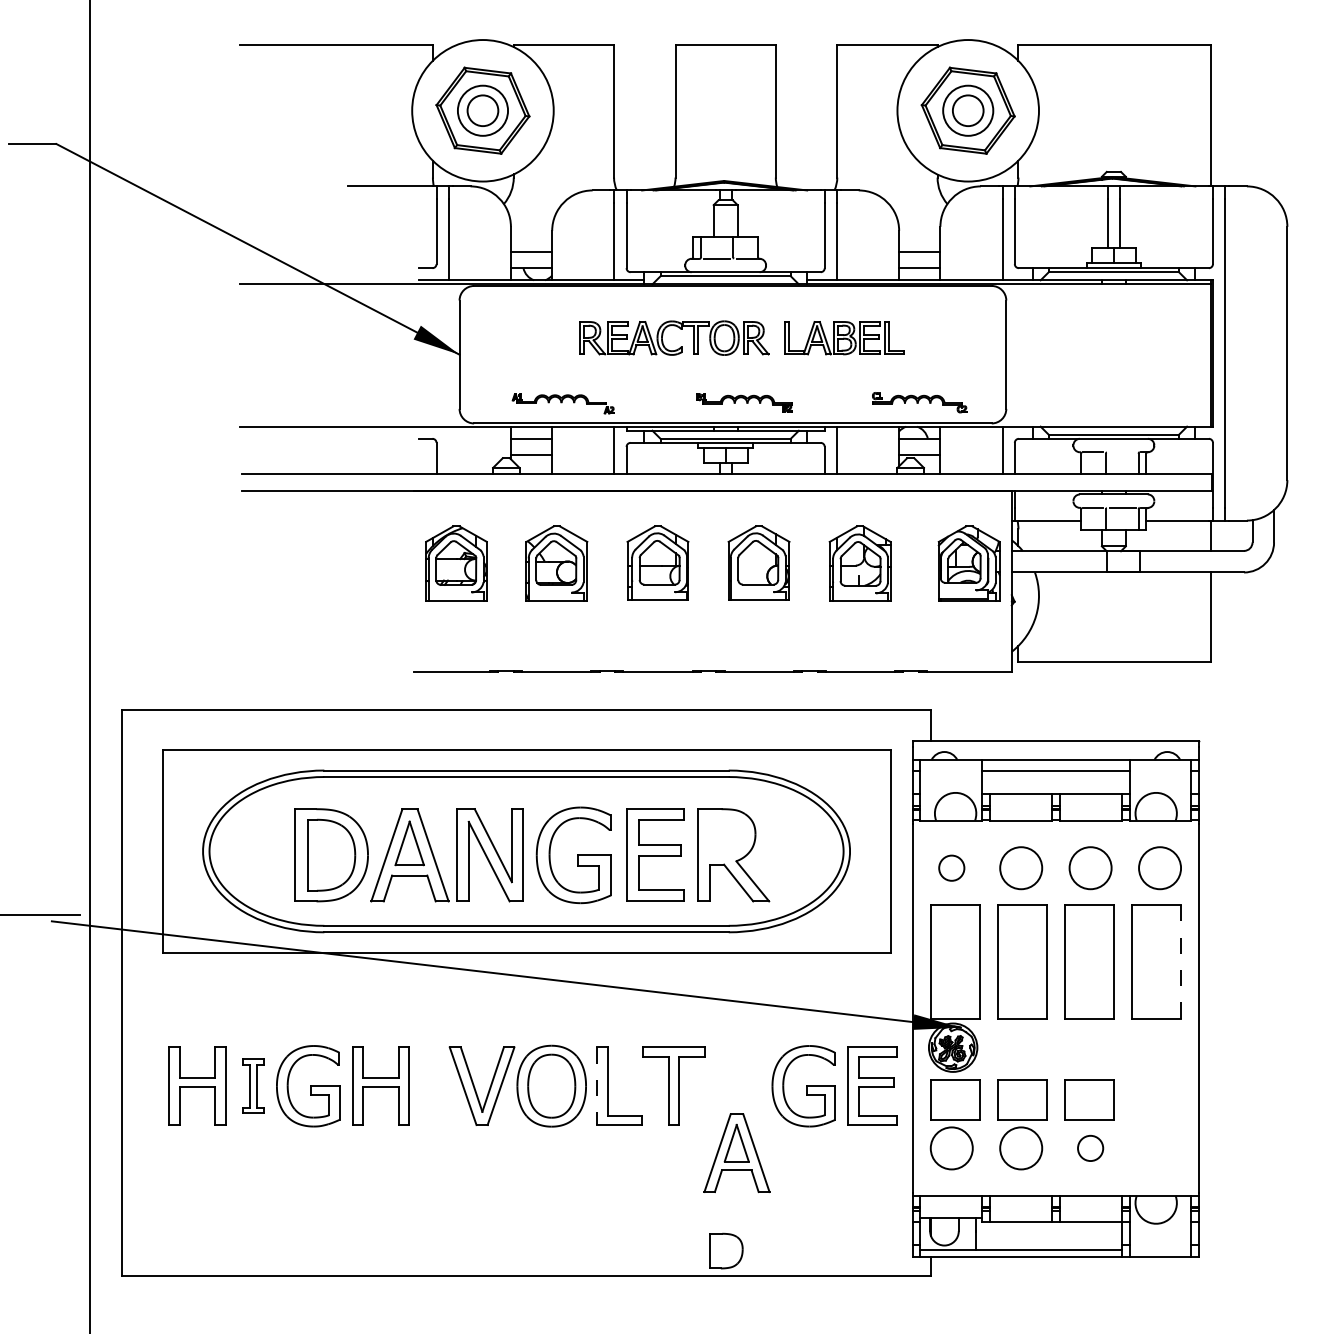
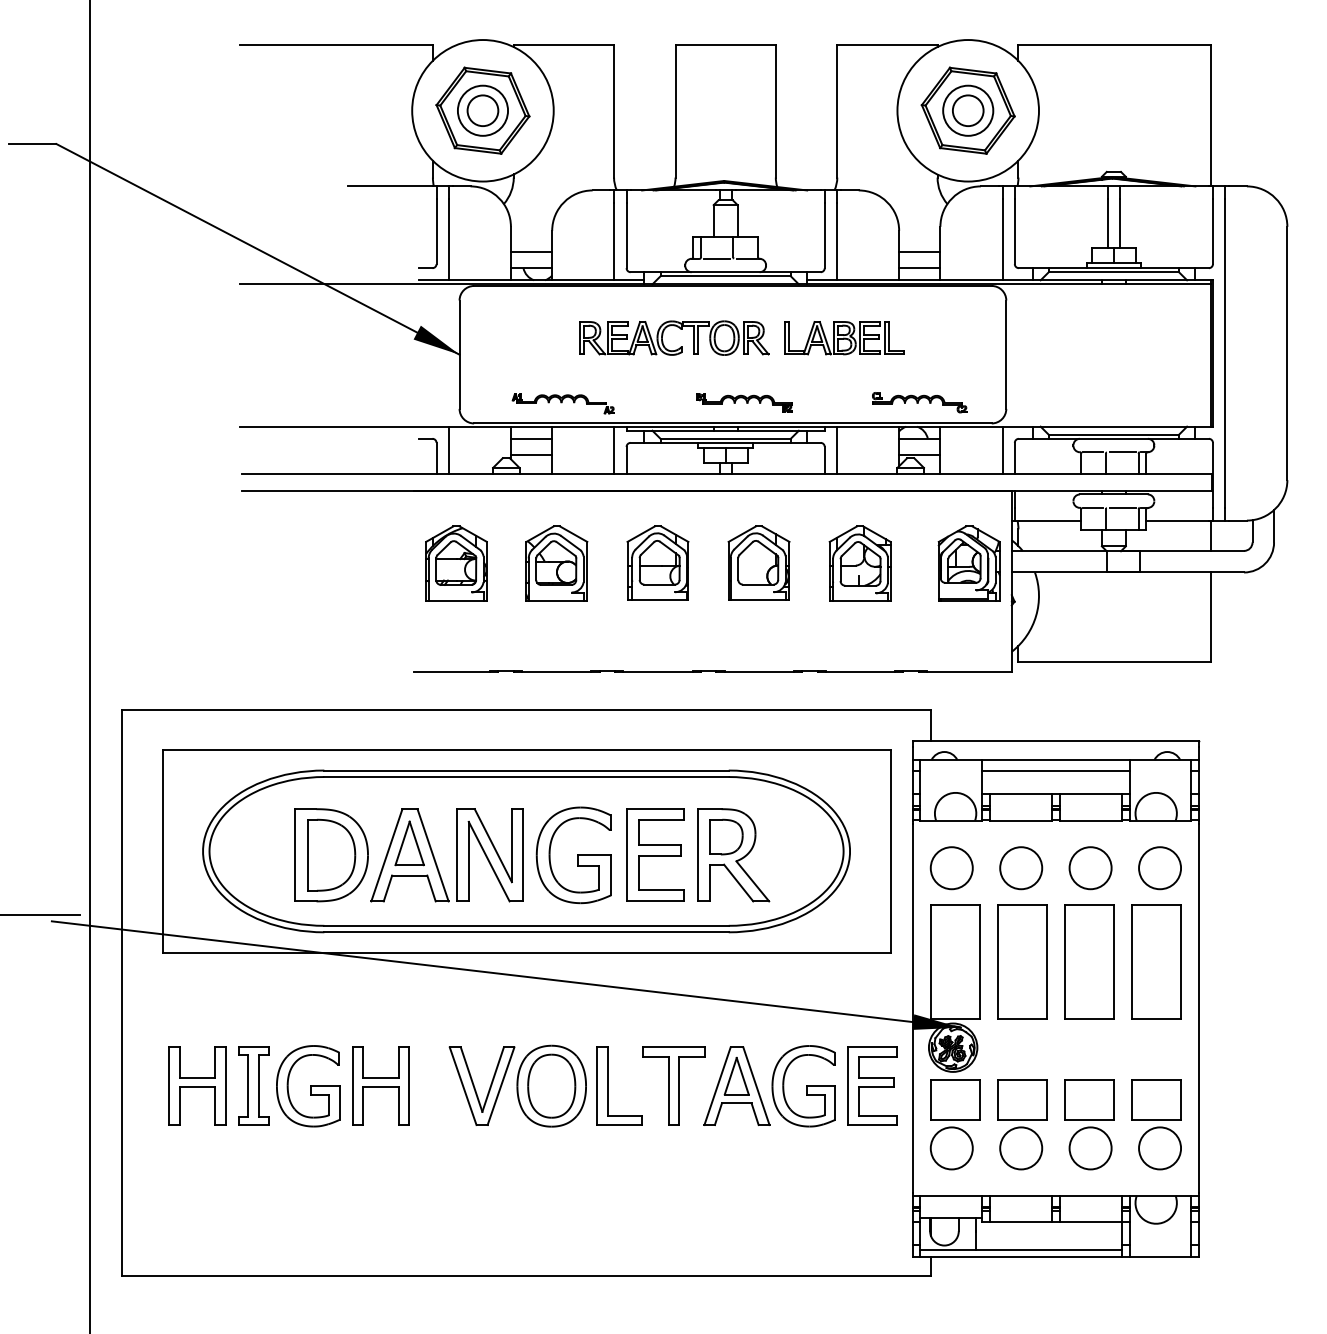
line at (448, 450): none -> present
line at (1122, 452): none -> present
circle at (951, 867) diameter: 25 px -> 42 px
line at (1180, 961): dashed -> solid
part at (253, 1085) size: 23x56 px -> 32x80 px
line at (597, 1086): dashed -> solid
part at (1156, 1124): none -> present
circle at (1090, 1148) diameter: 25 px -> 42 px
part at (736, 1152) position: (736, 1152) -> (736, 1085)
part at (726, 1250) position: (726, 1250) -> (726, 836)
